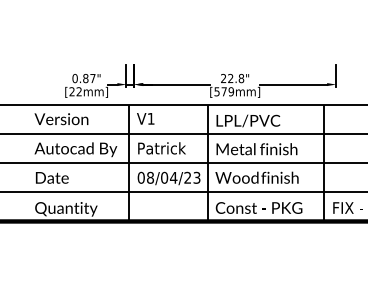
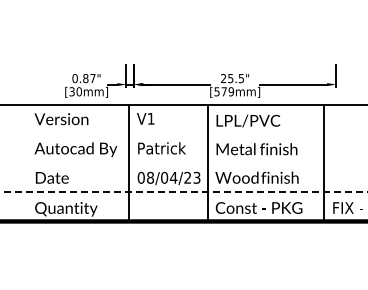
text at (236, 78): 22.8" -> 25.5"
text at (75, 91): [22mm] -> [30mm]
line at (183, 134): present -> none
line at (183, 163): present -> none
line at (183, 192): solid -> dashed
